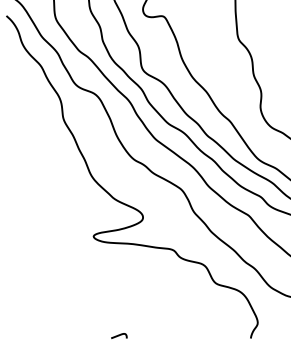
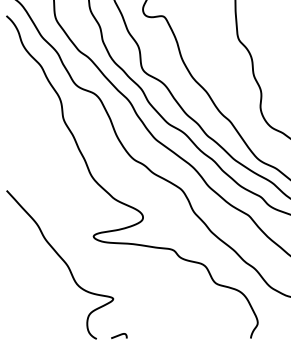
curve at (63, 262): none -> present
